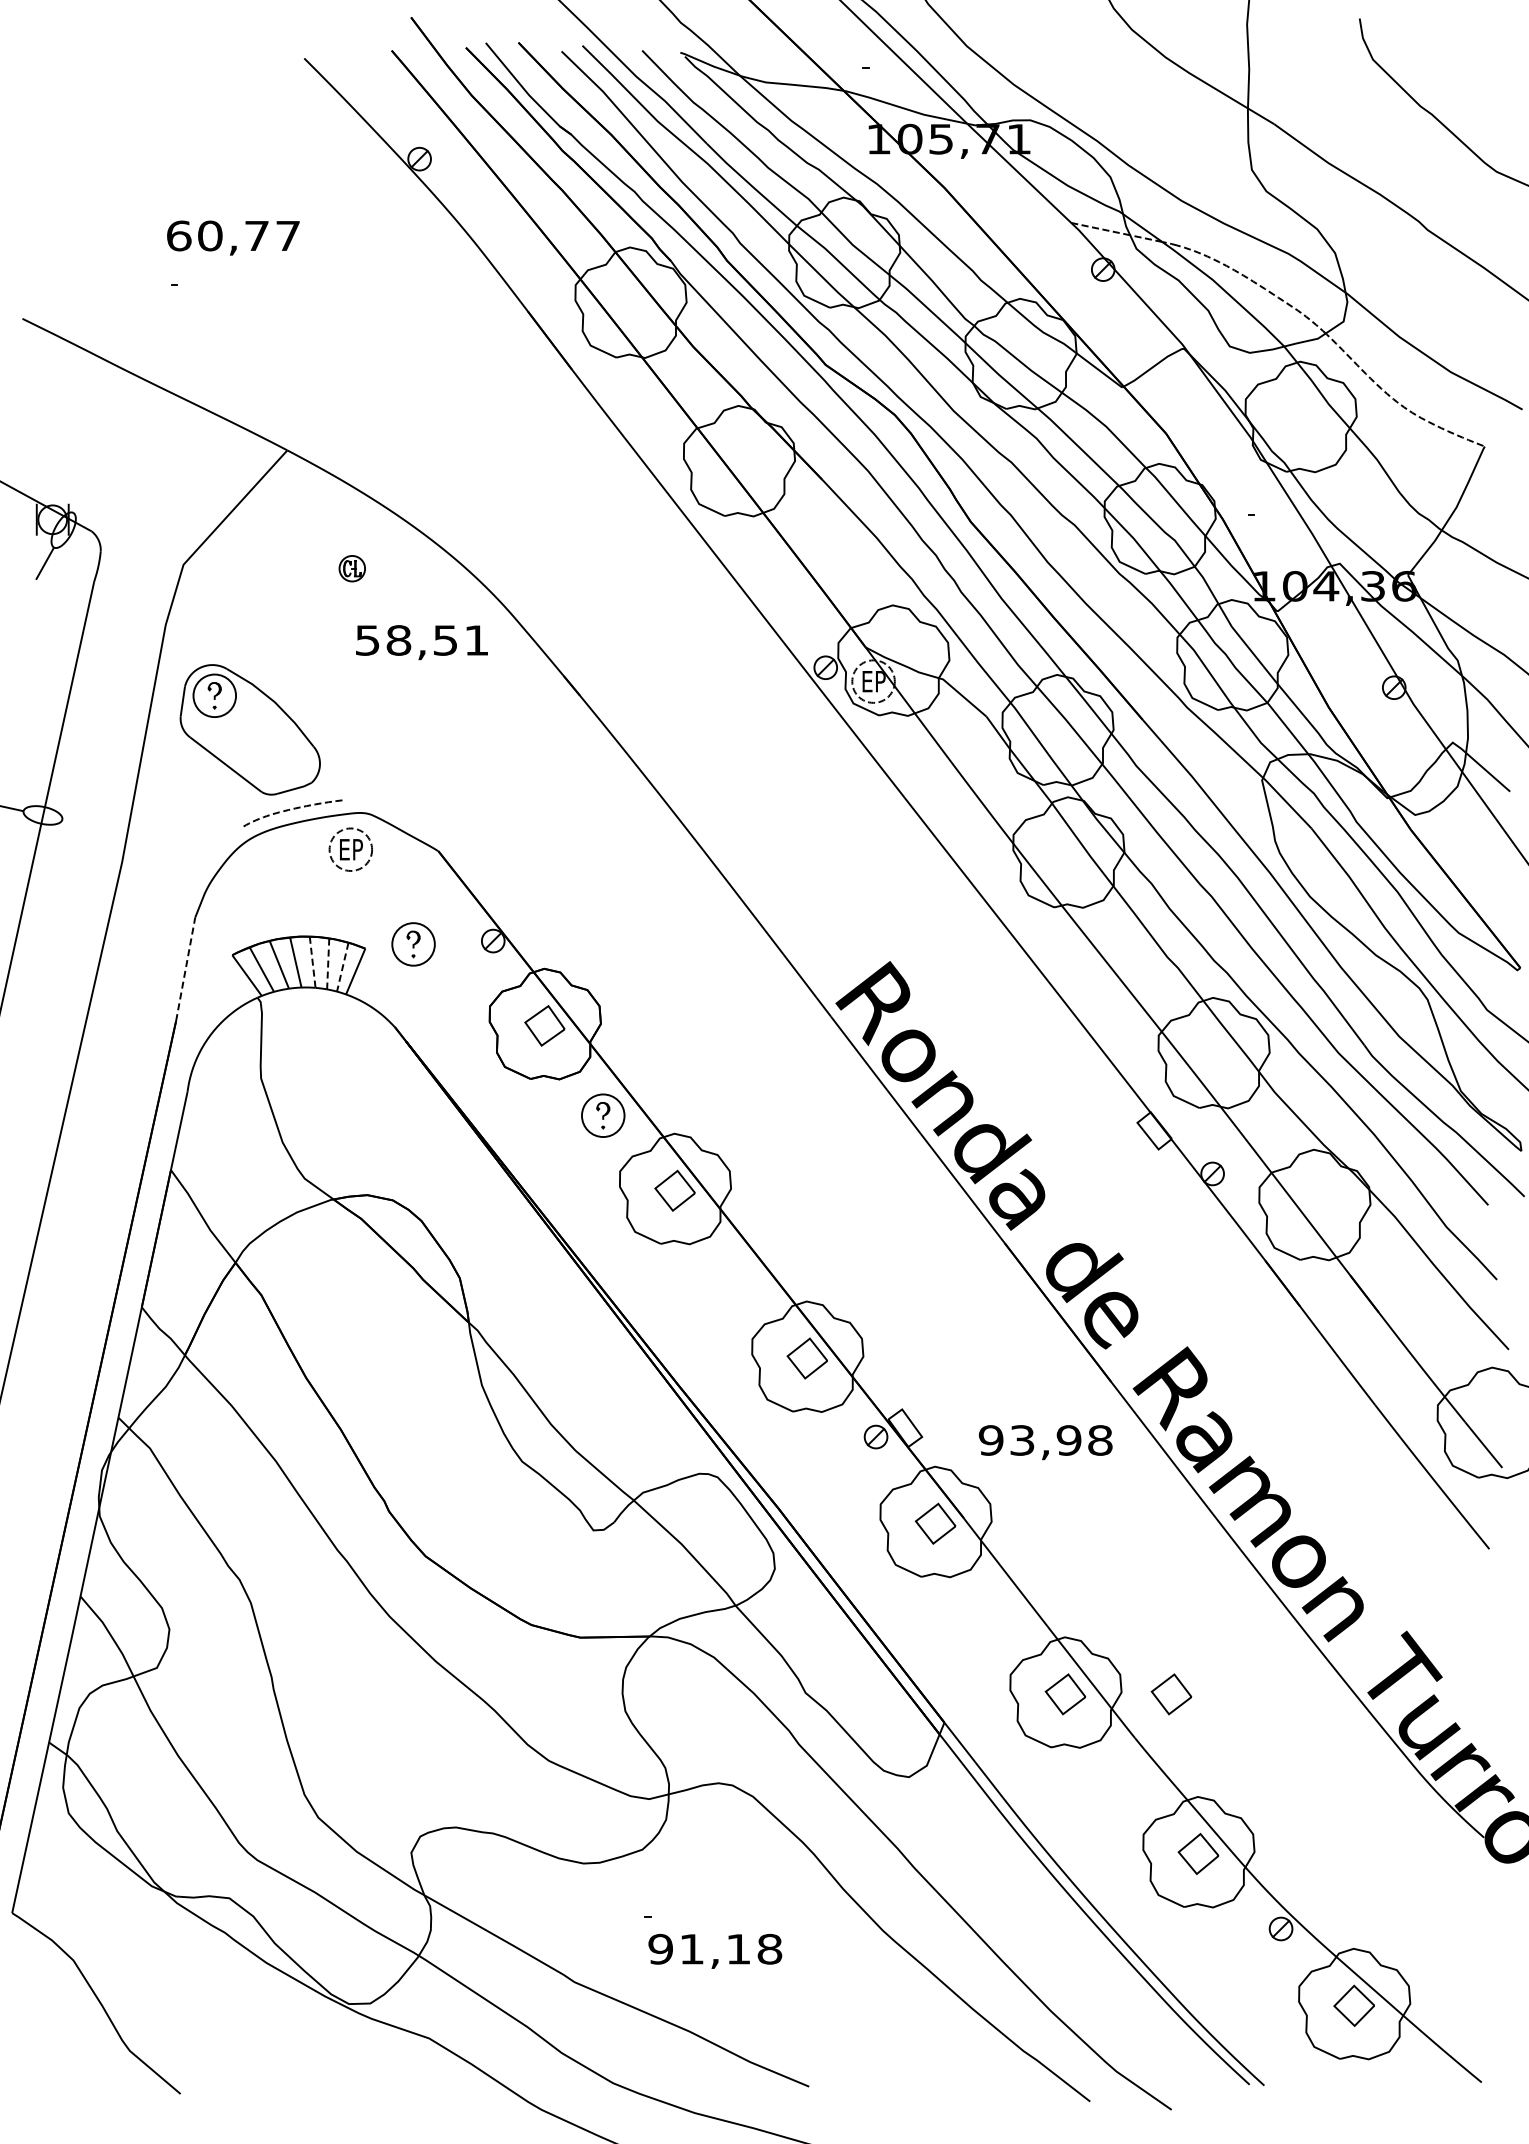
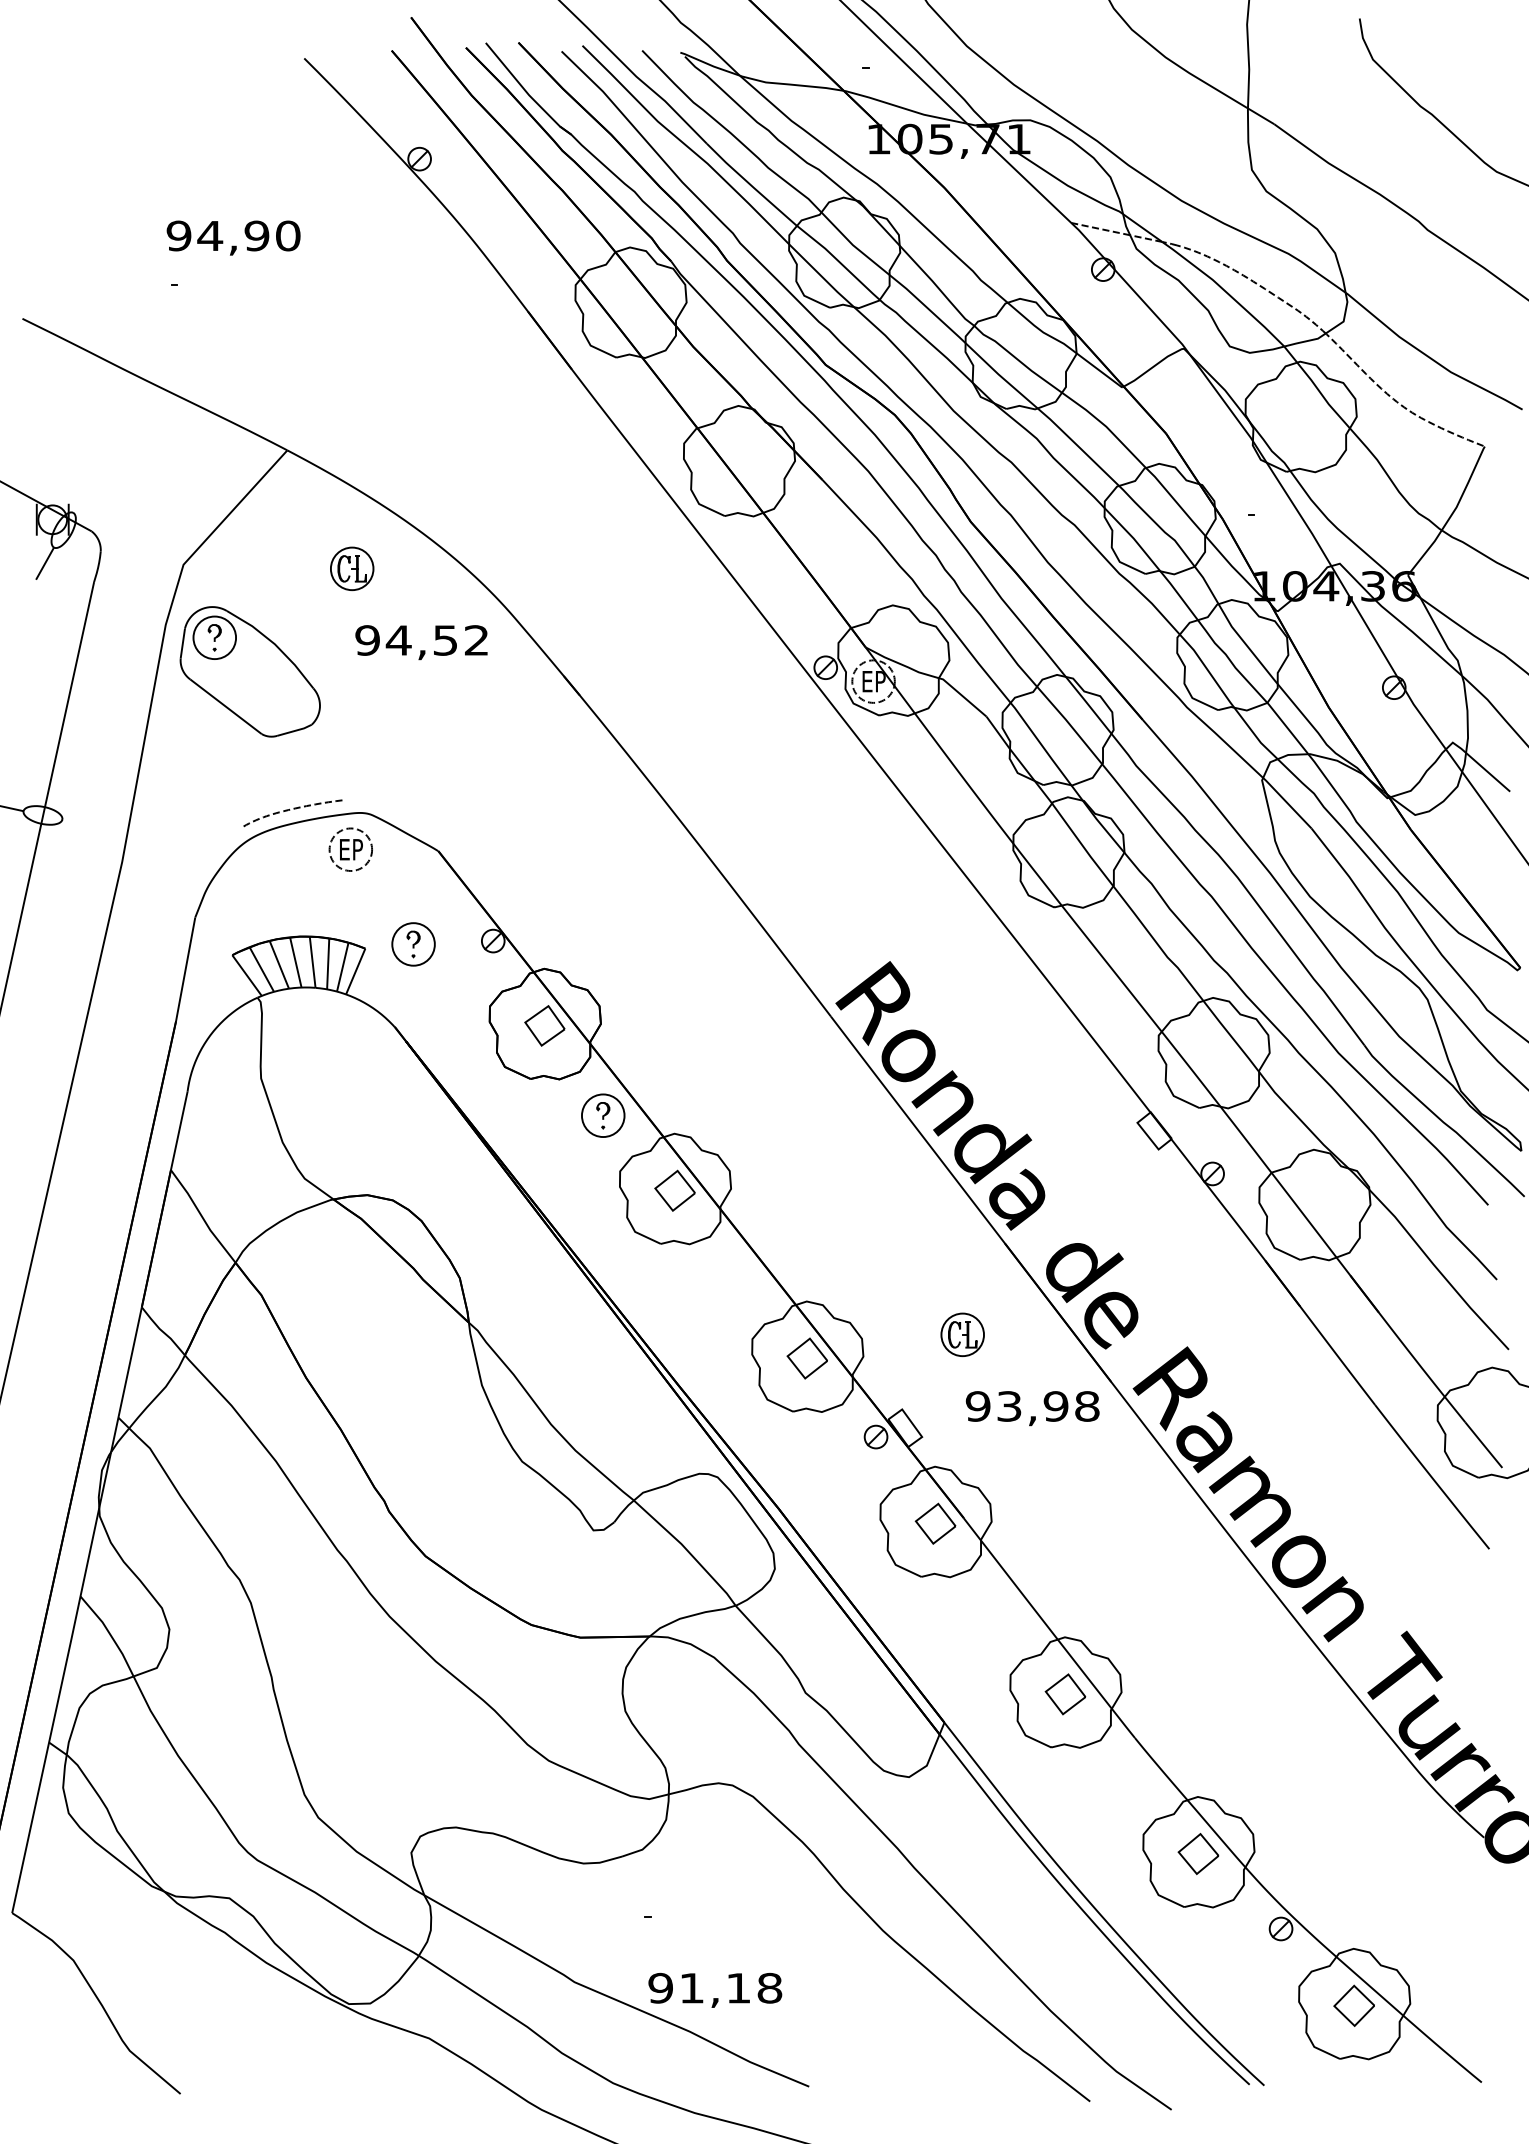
text at (233, 235): 60,77 -> 94,90
part at (351, 568) size: 28x28 px -> 45x45 px
text at (421, 640): 58,51 -> 94,52
part at (249, 729) position: (249, 729) -> (249, 671)
line at (312, 962): dashed -> solid
line at (328, 964): dashed -> solid
line at (342, 967): dashed -> solid
line at (185, 969): dashed -> solid
part at (962, 1334): none -> present
text at (1045, 1442) position: (1045, 1442) -> (1032, 1408)
part at (1171, 1694): present -> none
text at (715, 1950) position: (715, 1950) -> (715, 1989)
